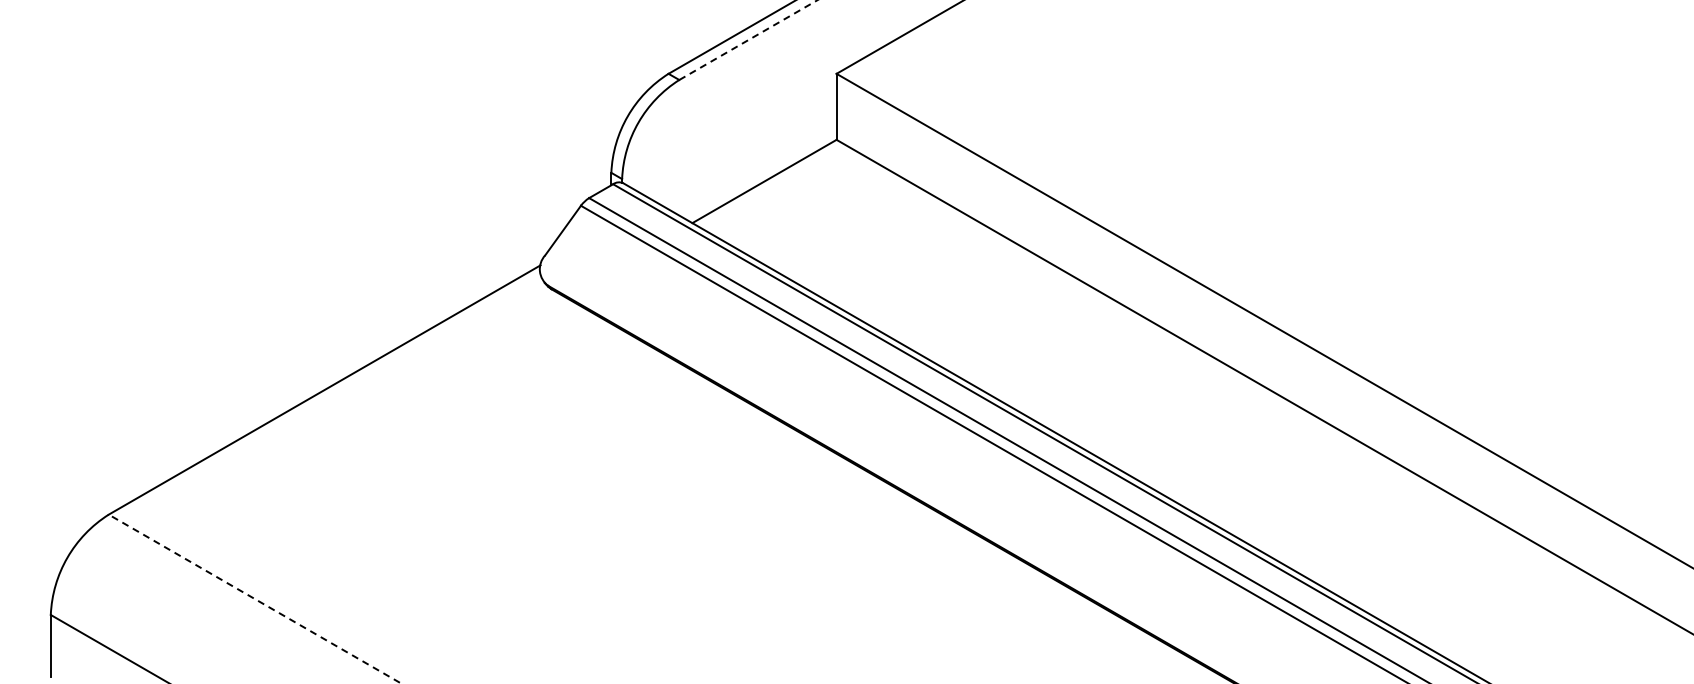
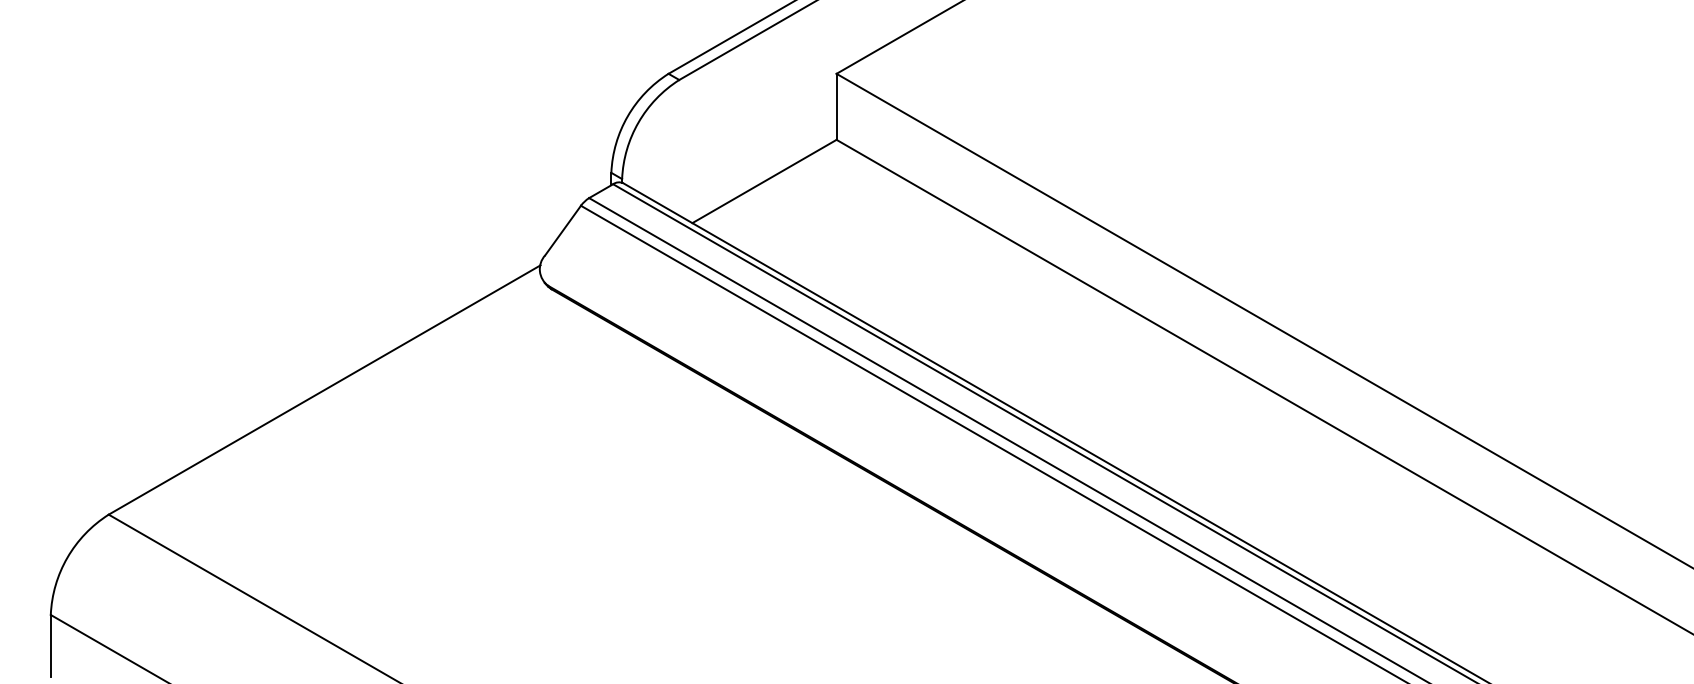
line at (748, 40): dashed -> solid
line at (255, 599): dashed -> solid
